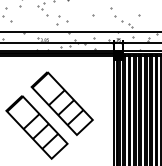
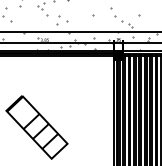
part at (61, 103): present -> none
